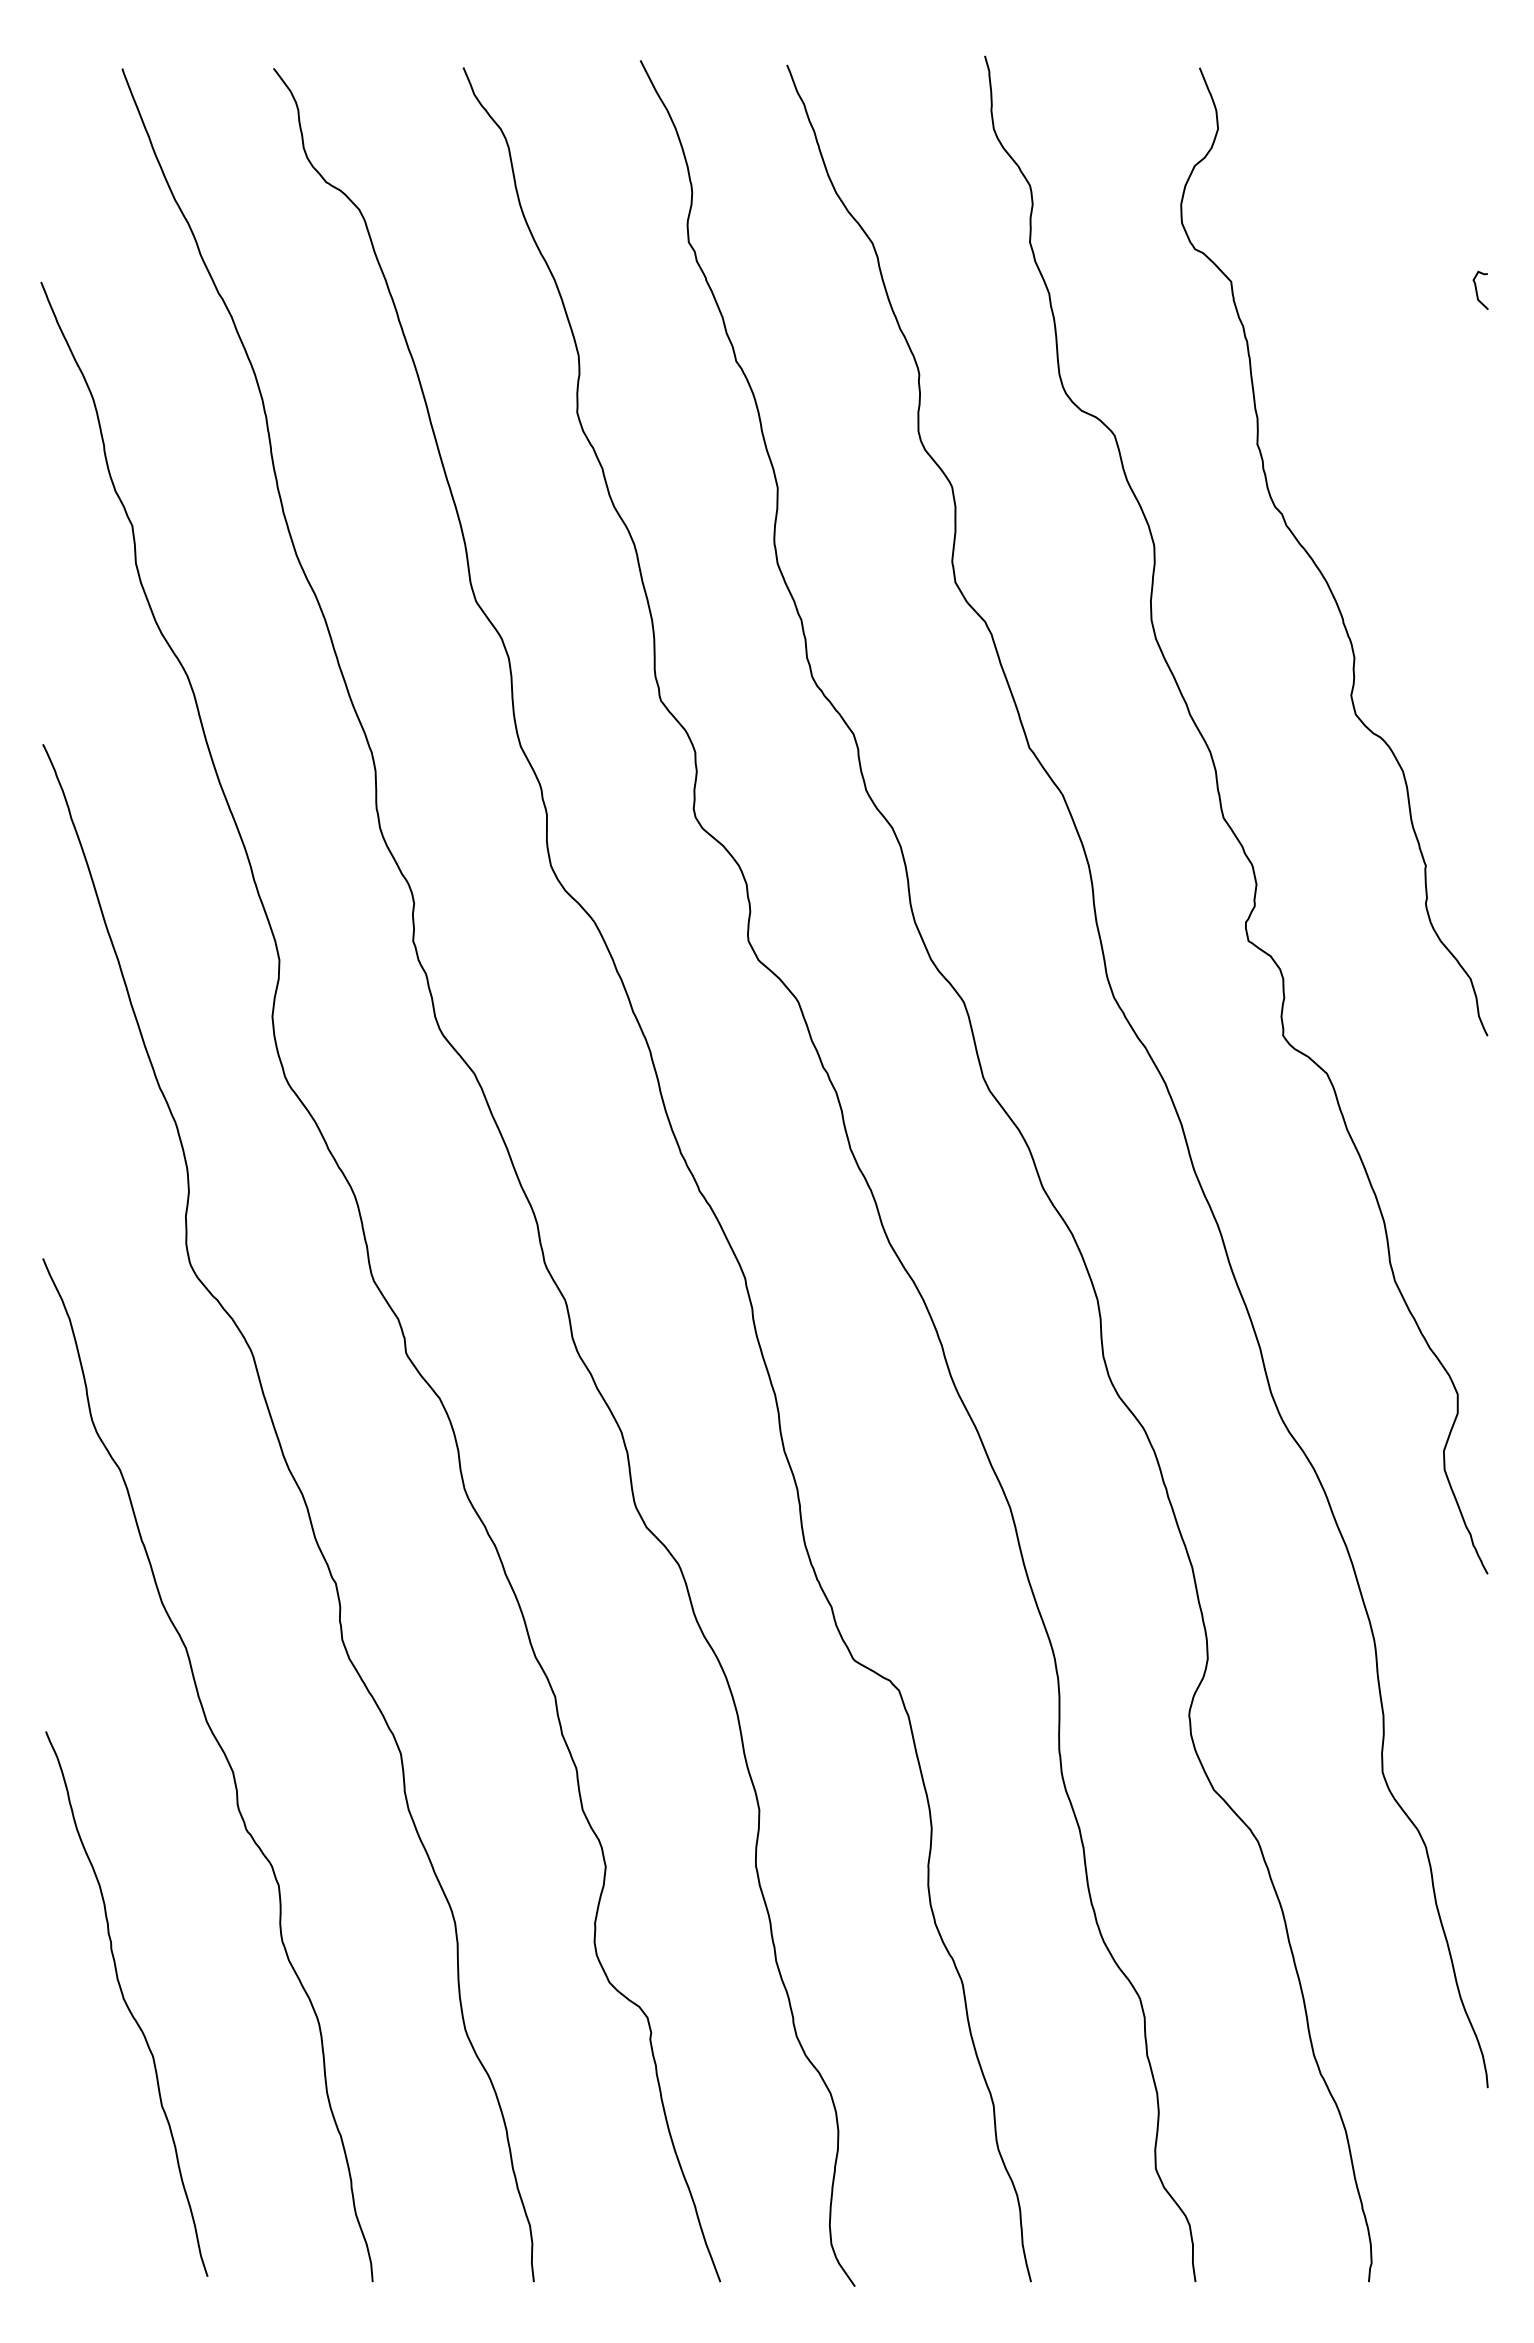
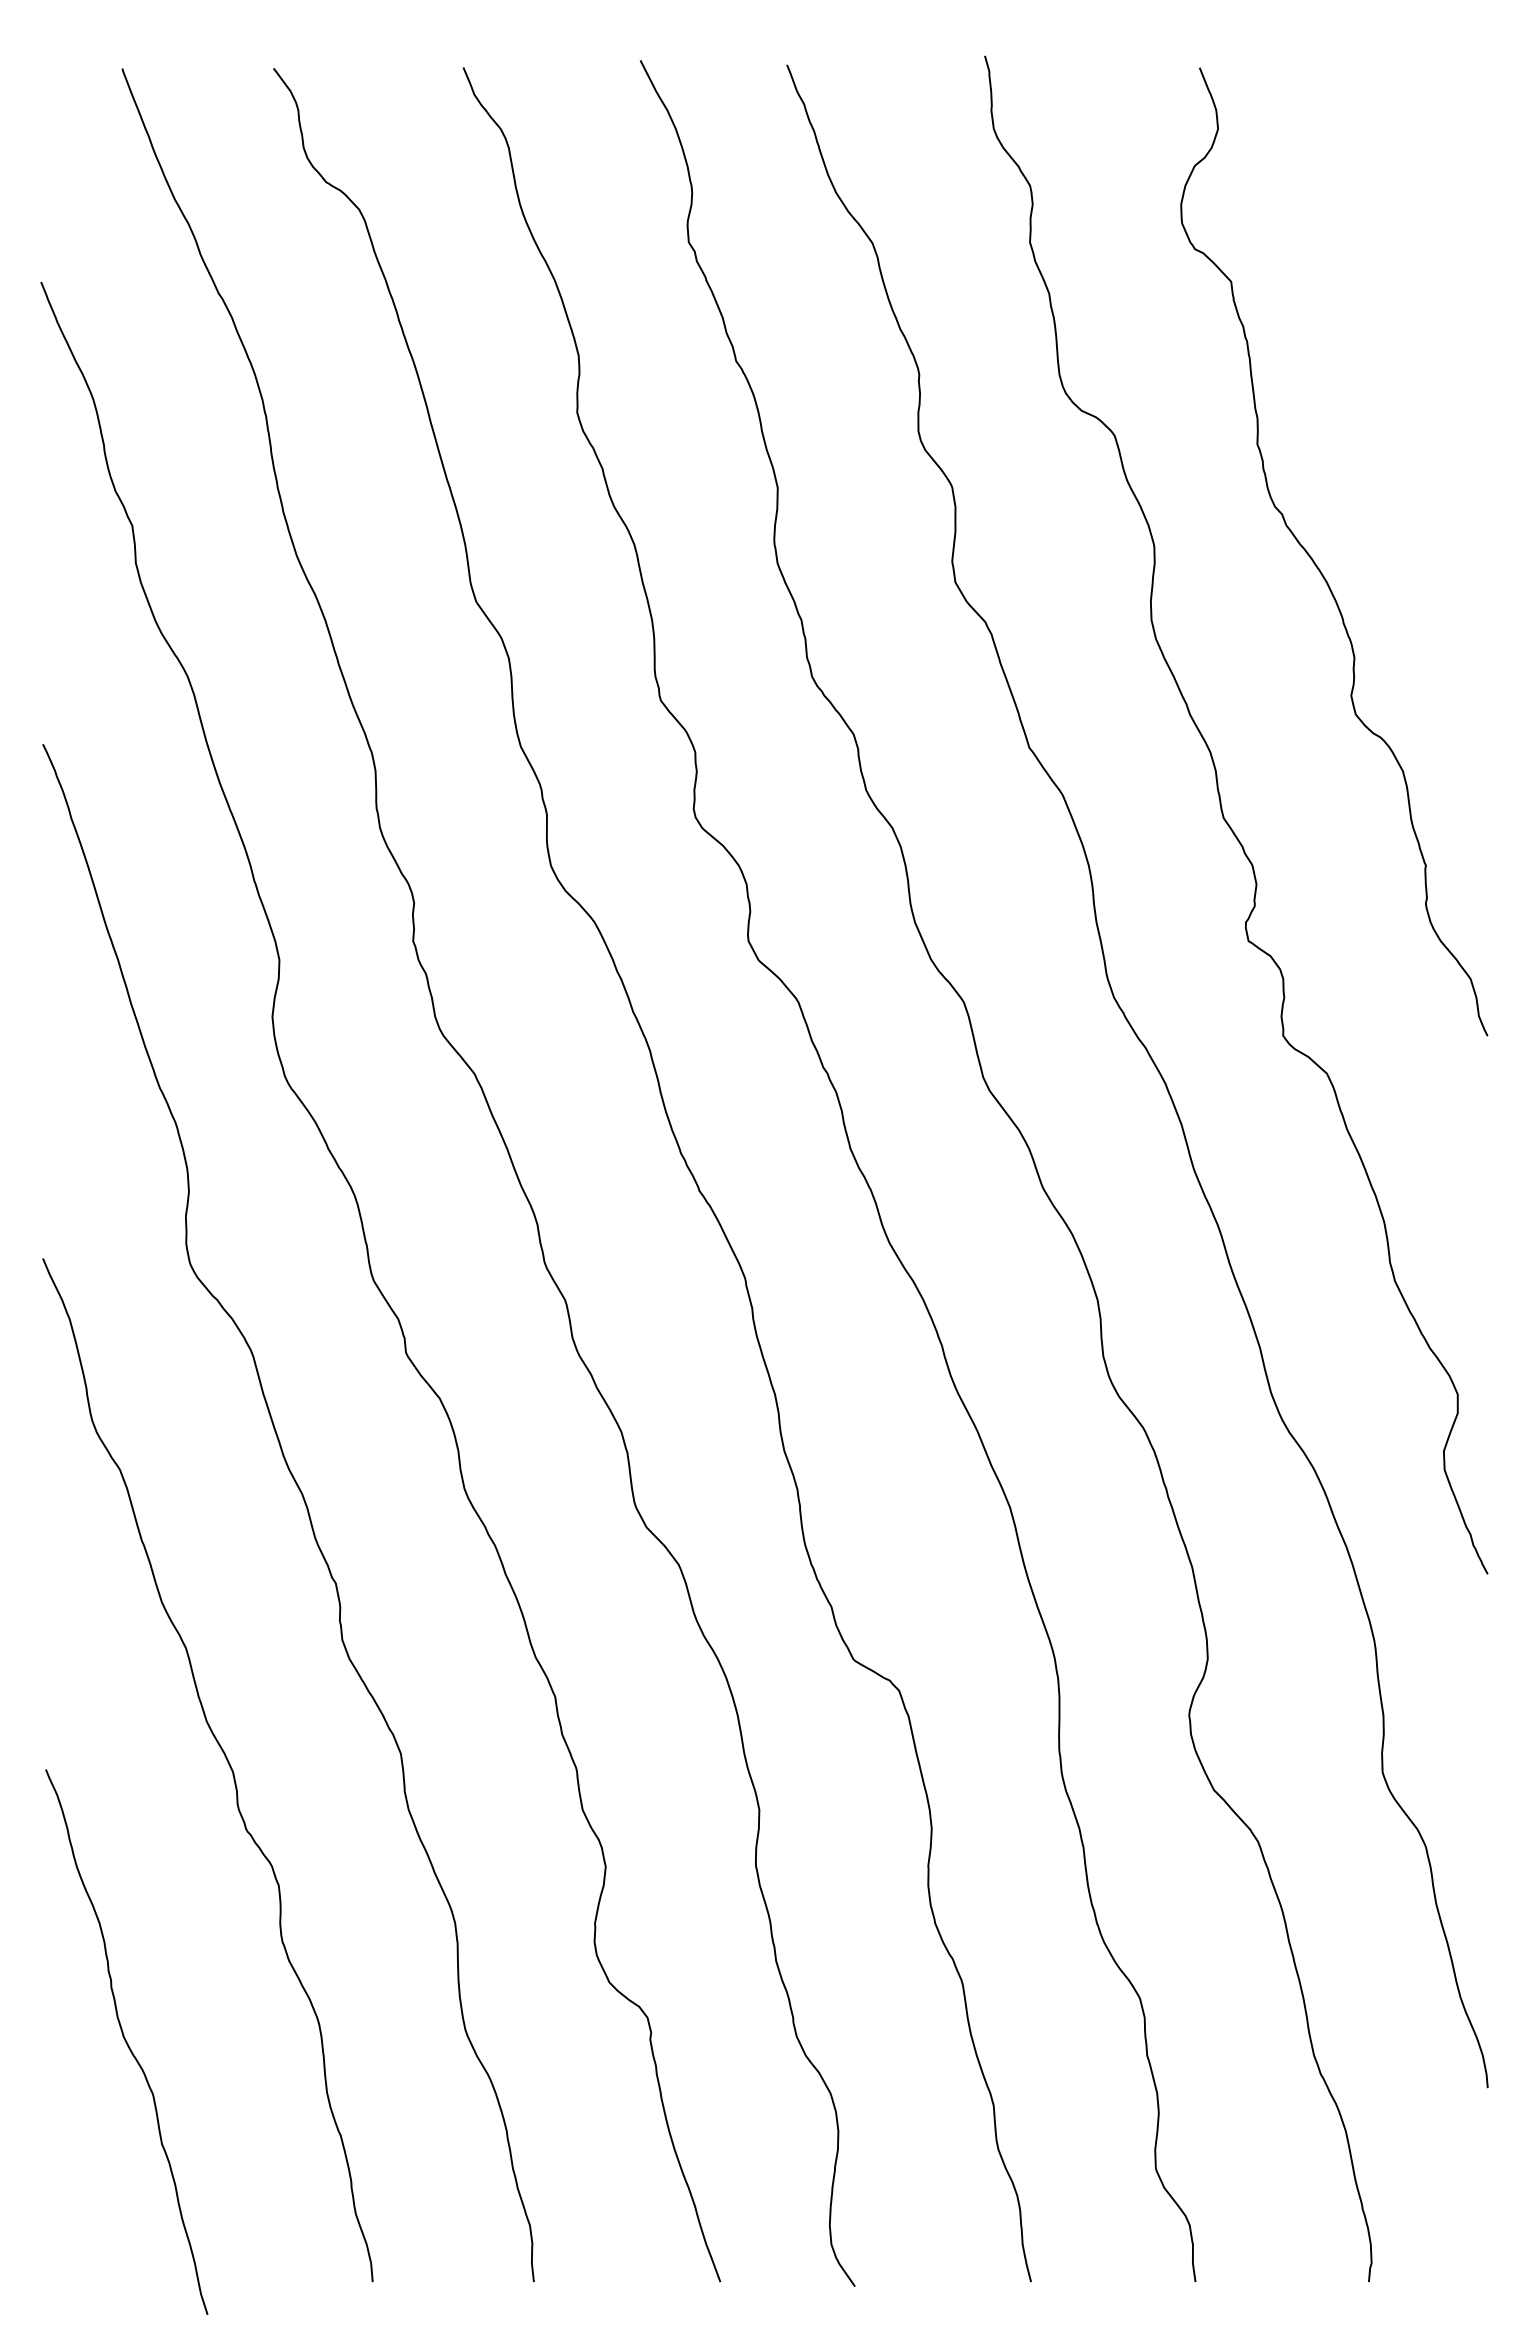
curve at (1477, 289): present -> none
curve at (126, 2003) position: (126, 2003) -> (126, 2041)
